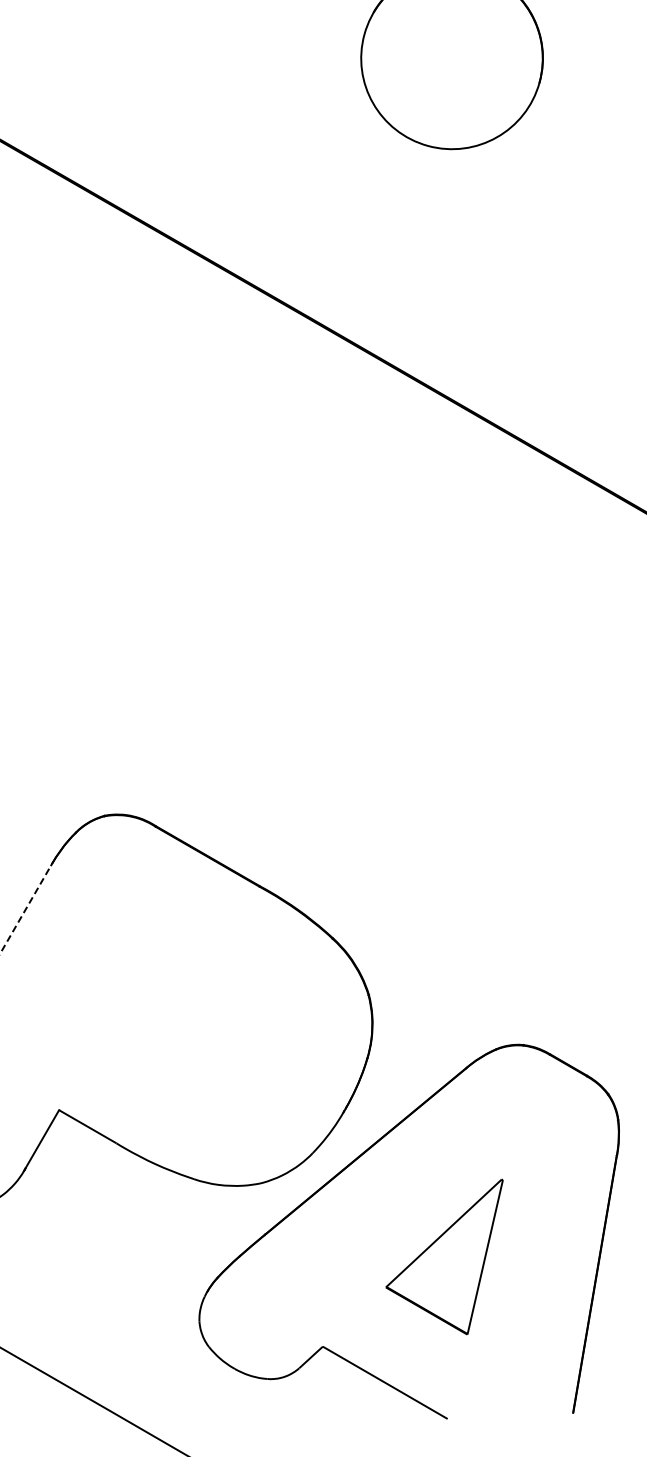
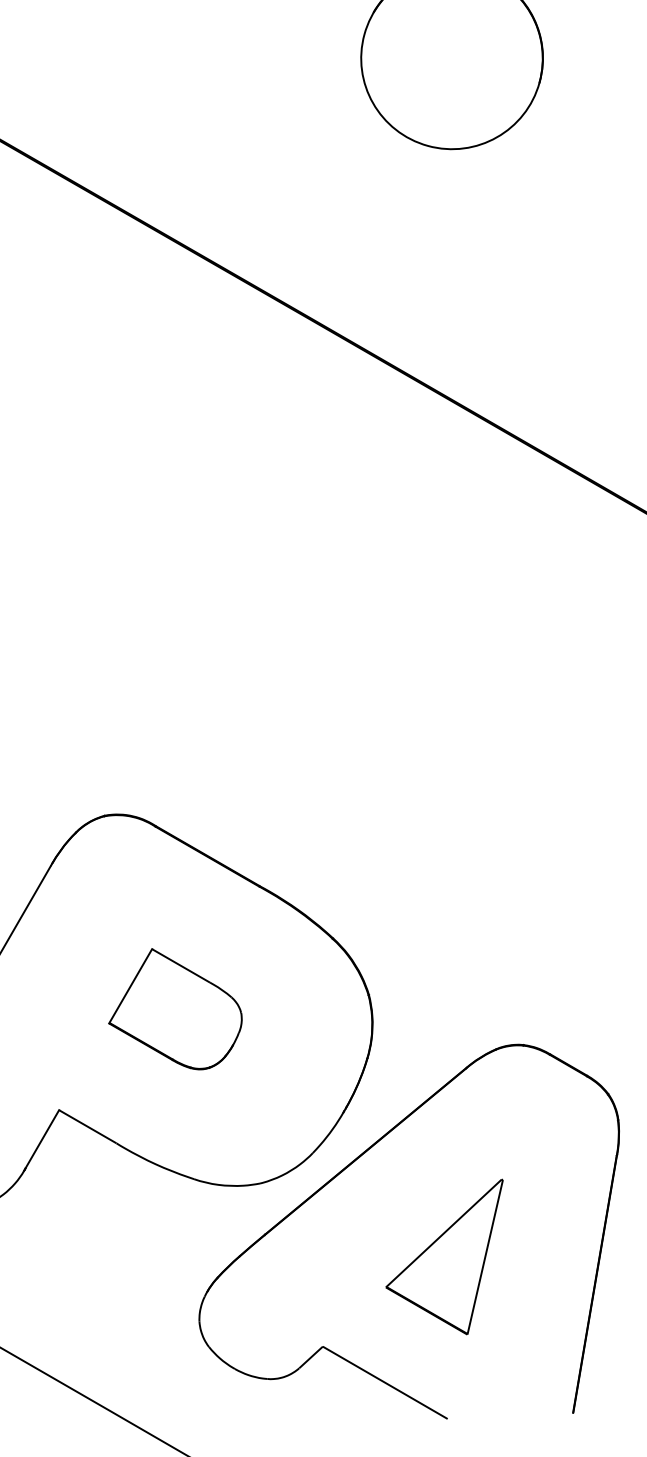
line at (25, 909): dashed -> solid
part at (175, 1009): none -> present
